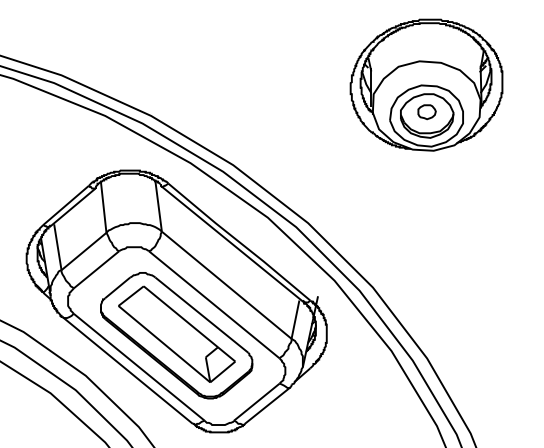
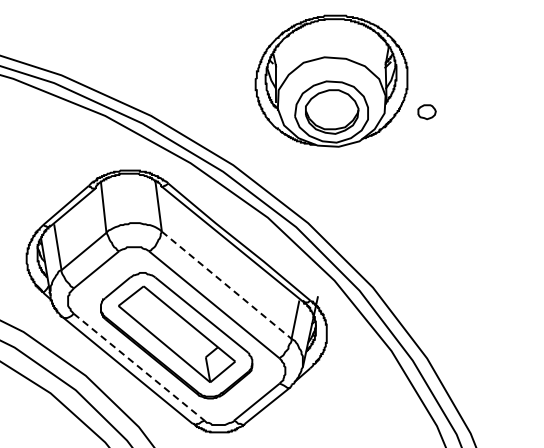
part at (426, 84) position: (426, 84) -> (331, 80)
line at (227, 285): solid -> dashed
line at (139, 367): solid -> dashed
